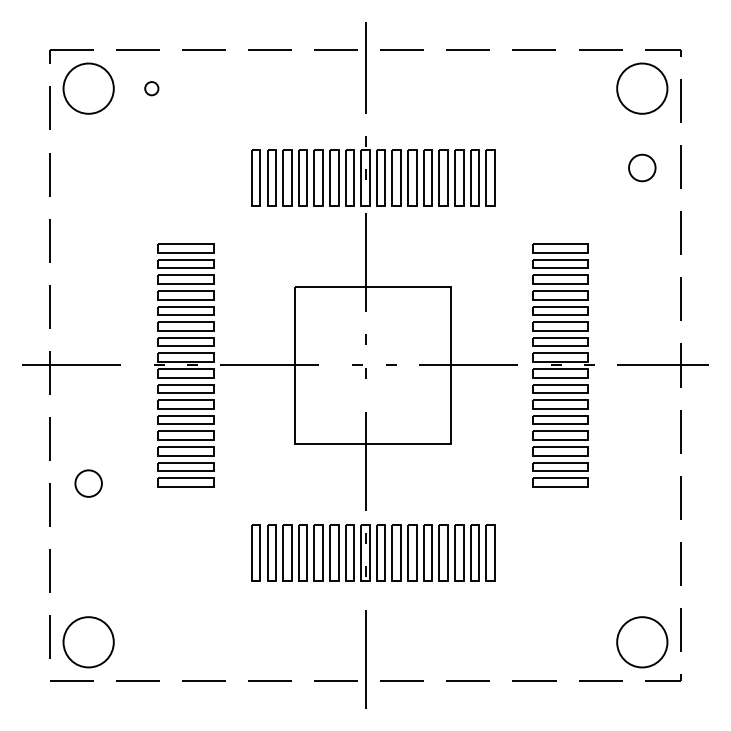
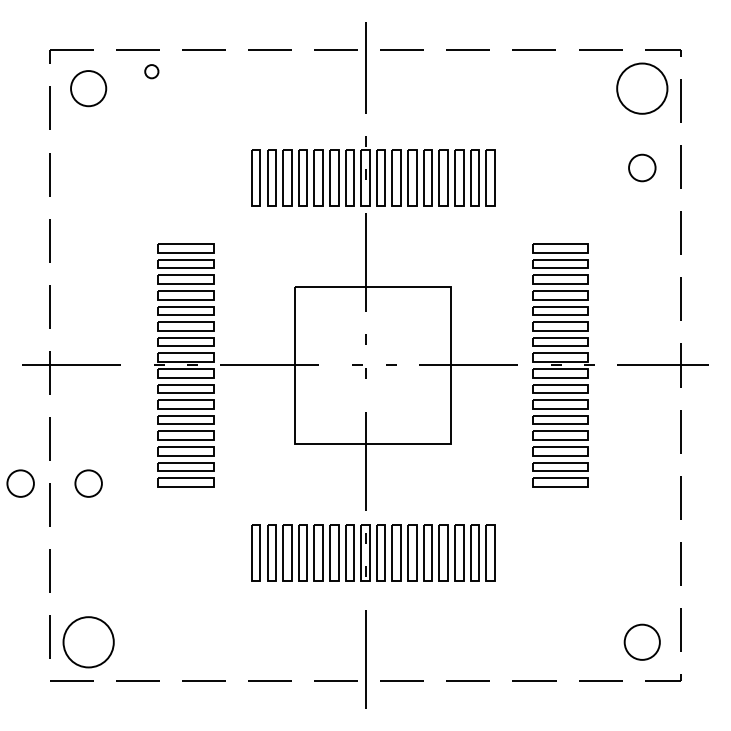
circle at (88, 88) size: 53x53 px -> 38x38 px
circle at (151, 88) position: (151, 88) -> (151, 71)
circle at (20, 483): none -> present
circle at (642, 642) diameter: 50 px -> 35 px
